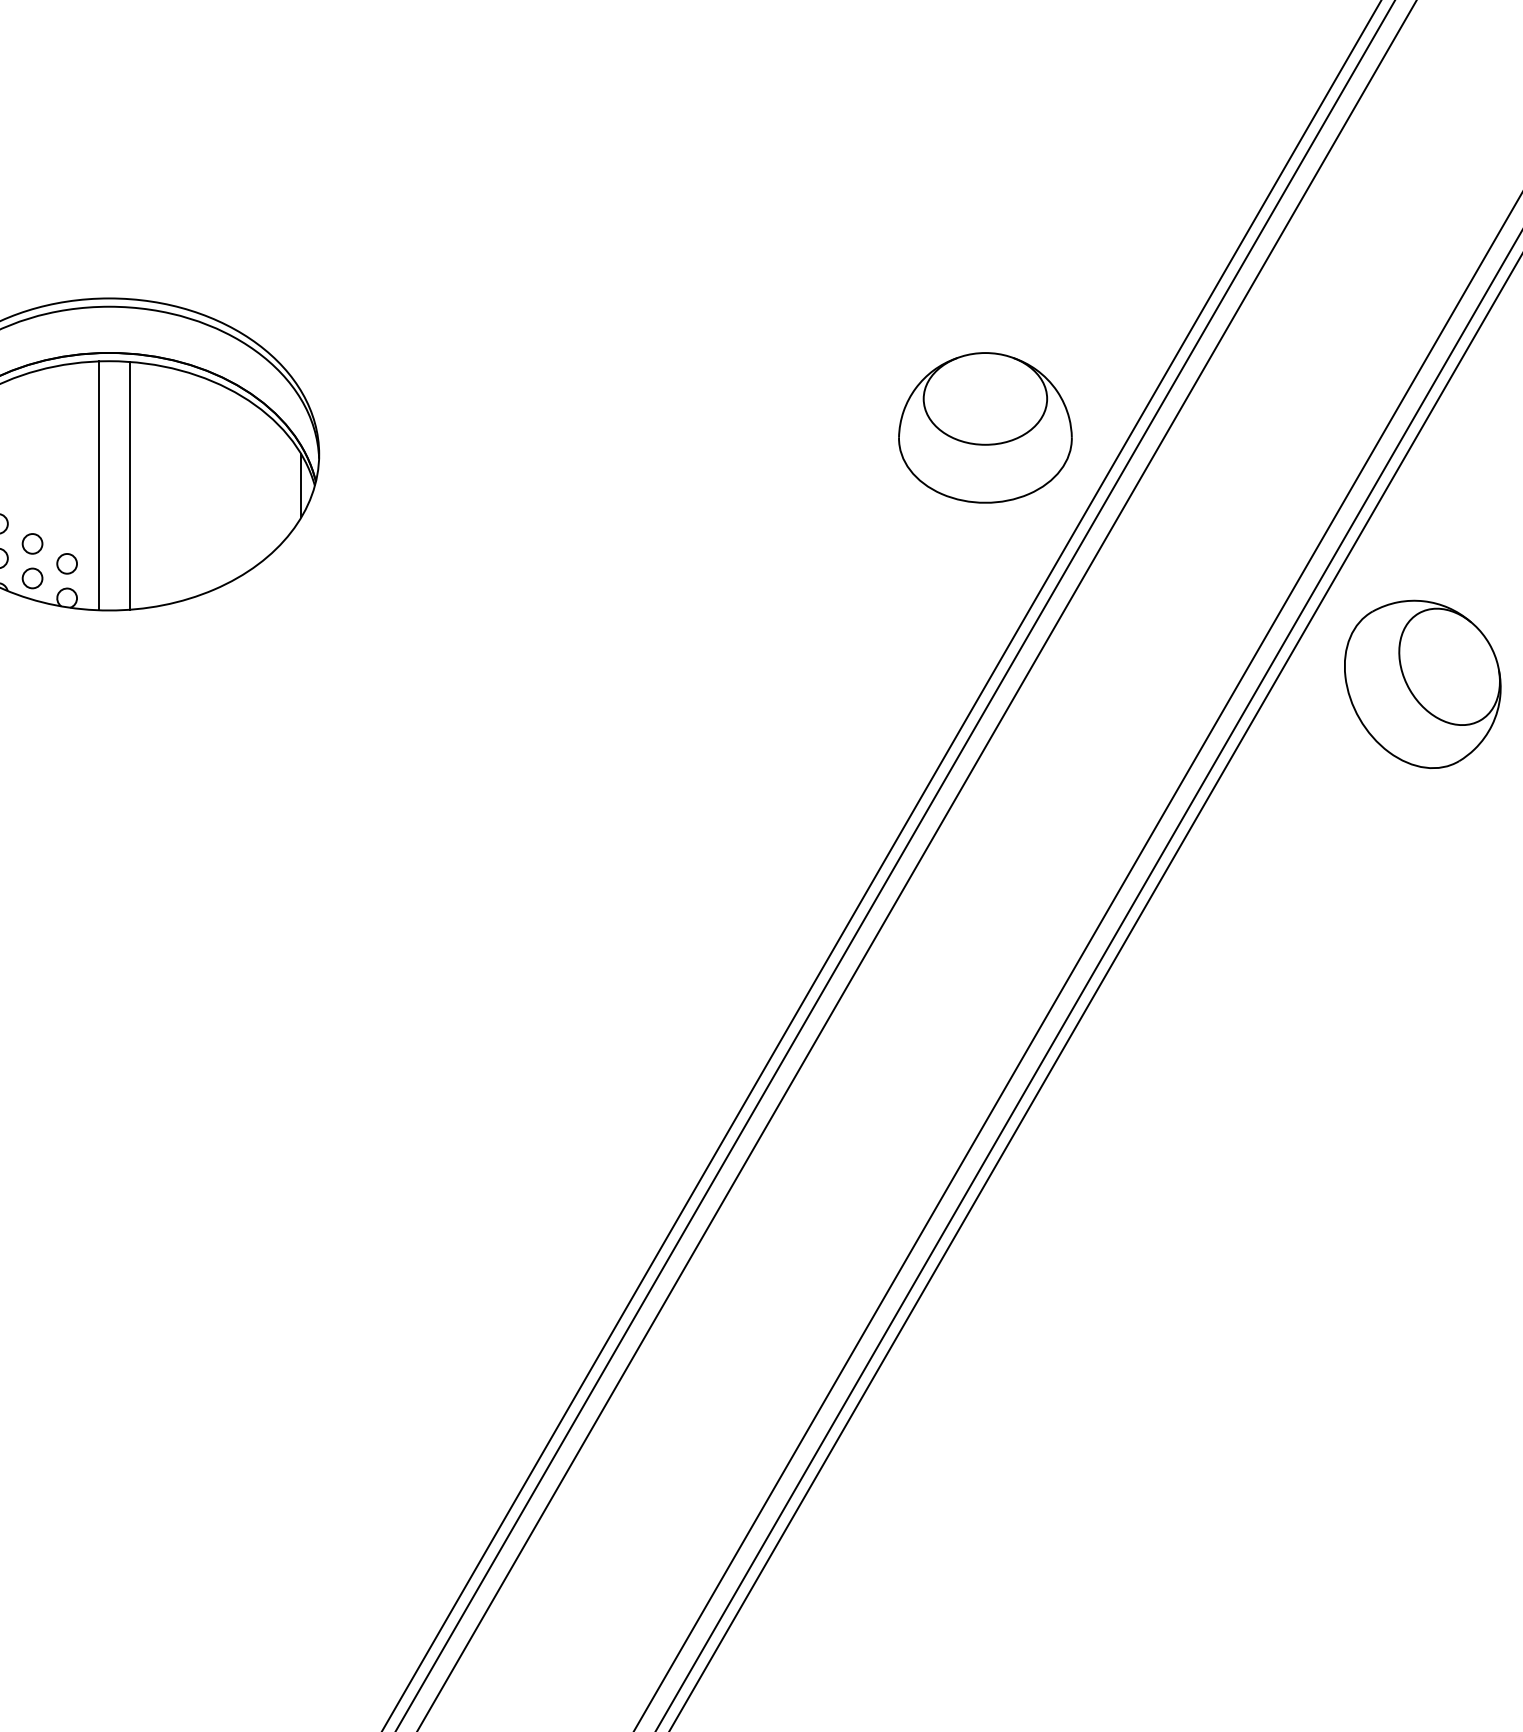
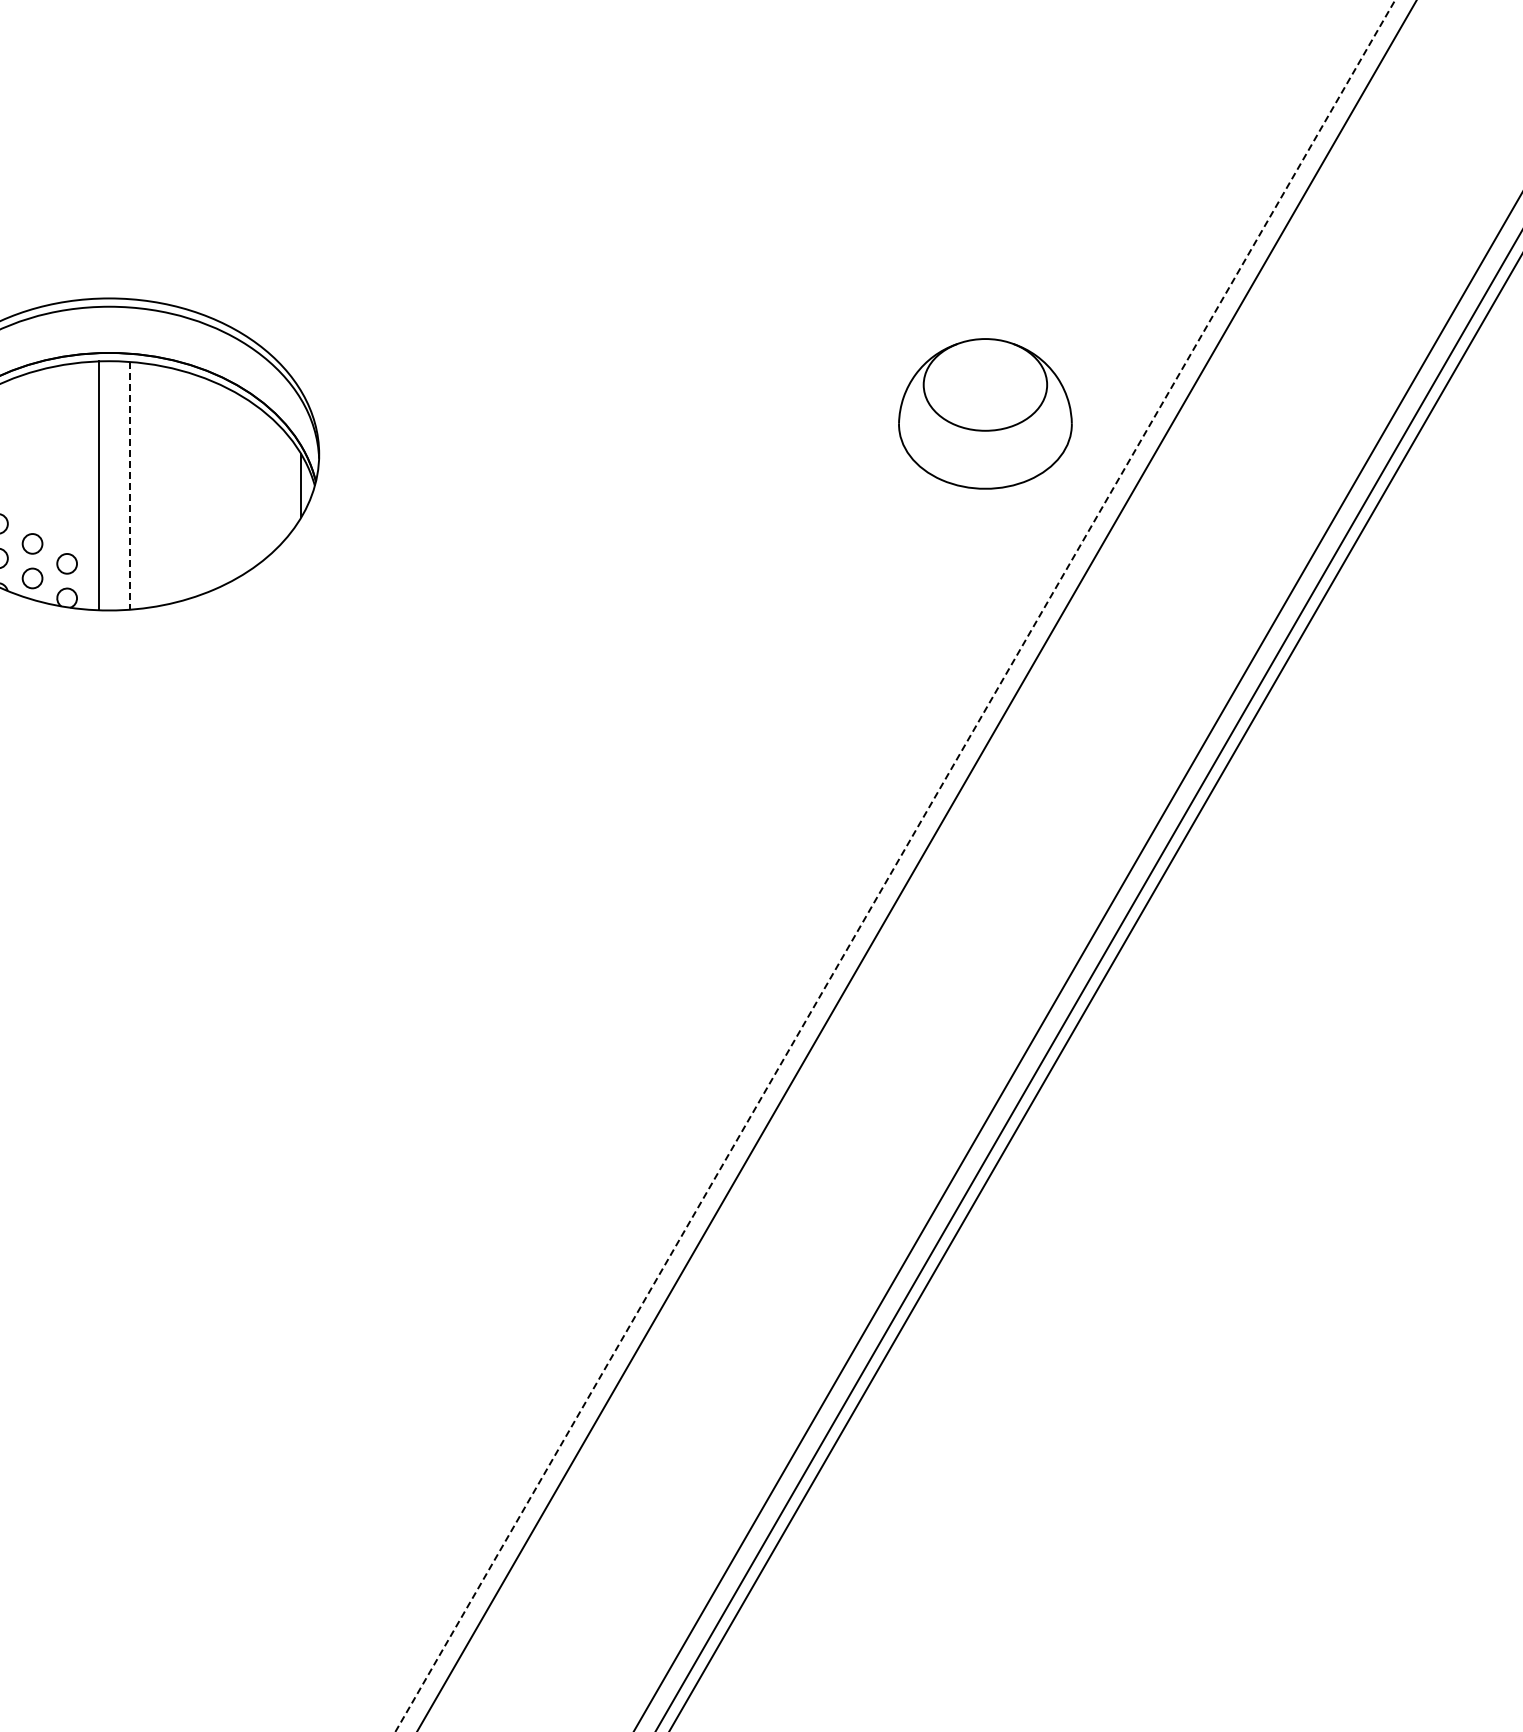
part at (985, 427) position: (985, 427) -> (985, 413)
line at (130, 485): solid -> dashed
part at (1422, 683): present -> none
line at (881, 865): present -> none
line at (894, 866): solid -> dashed
